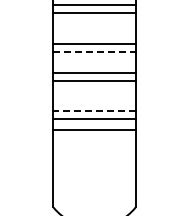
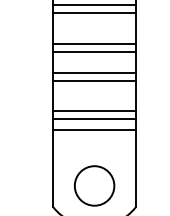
line at (95, 51): dashed -> solid
line at (94, 111): dashed -> solid
circle at (94, 185): none -> present
